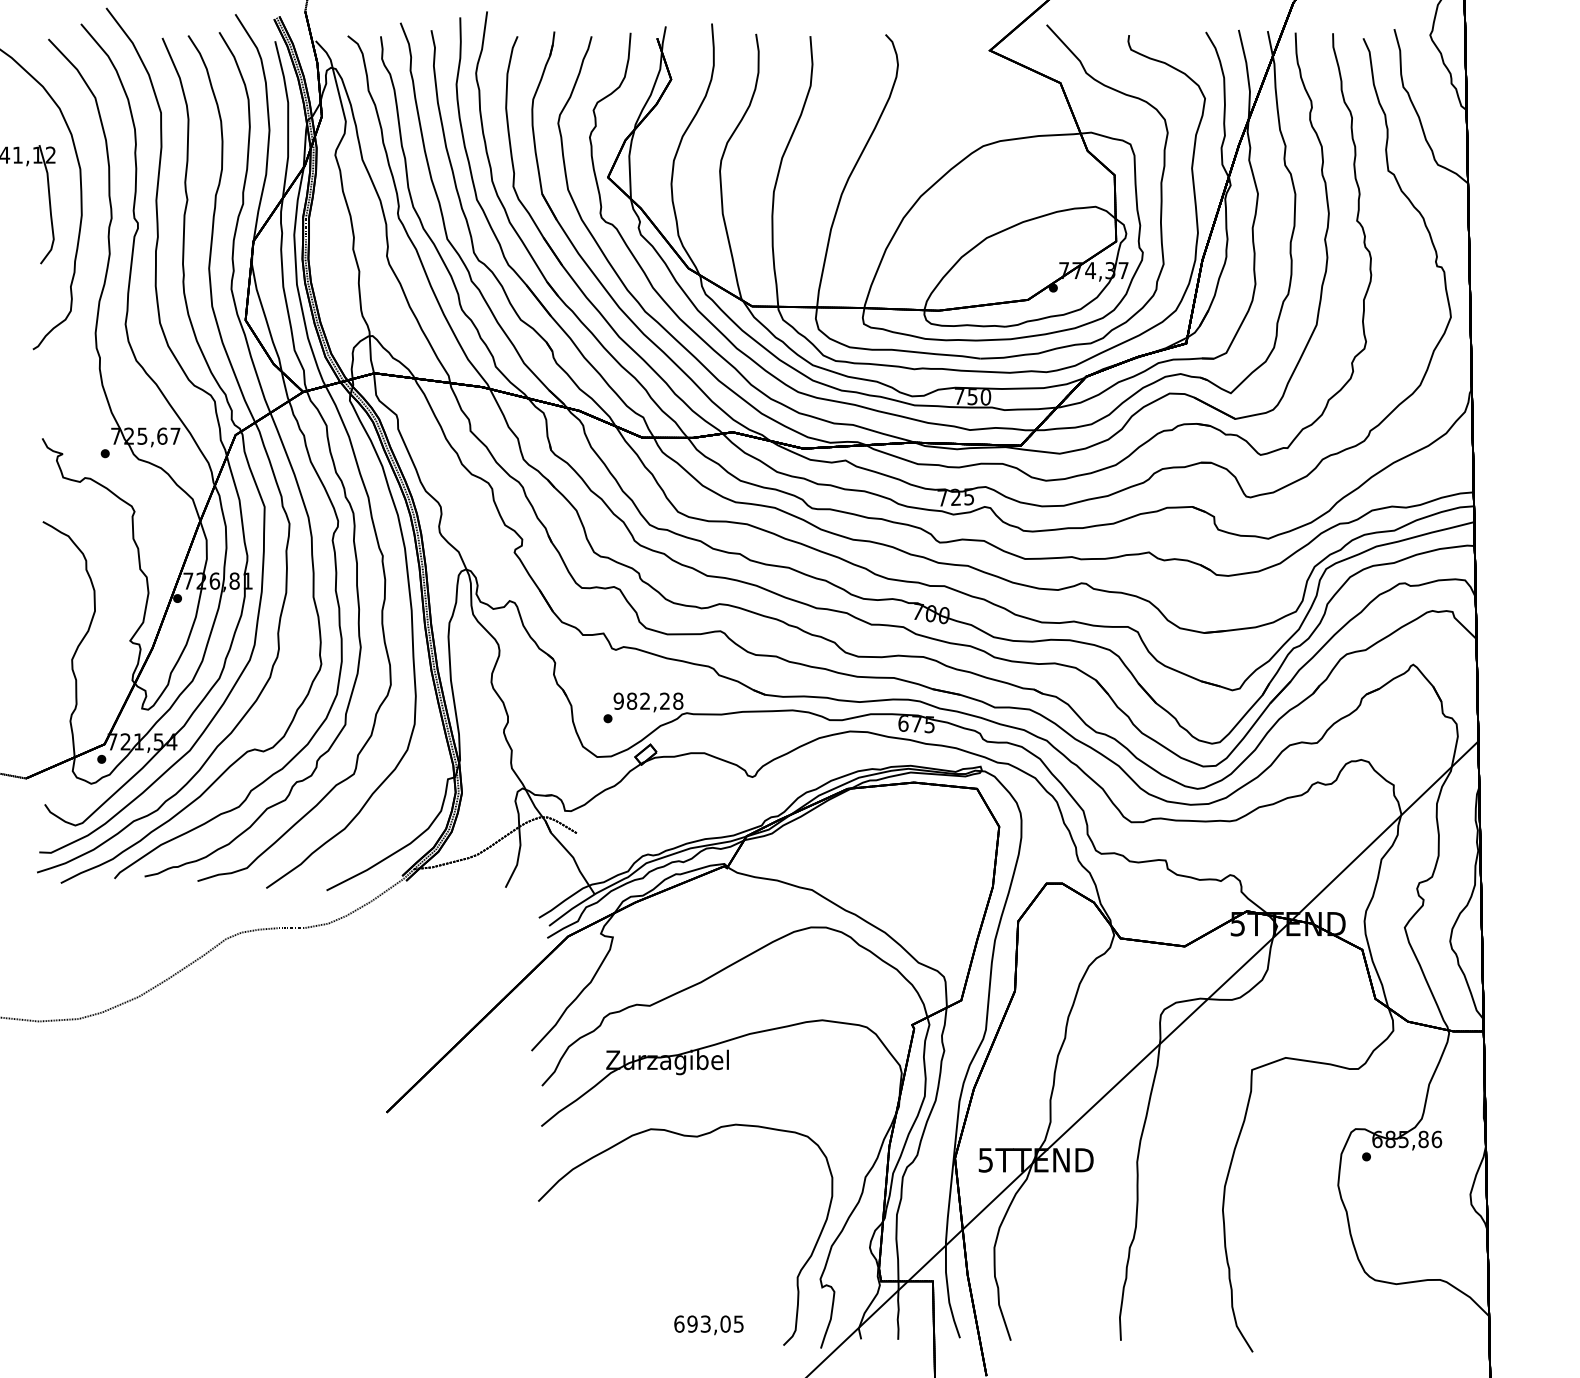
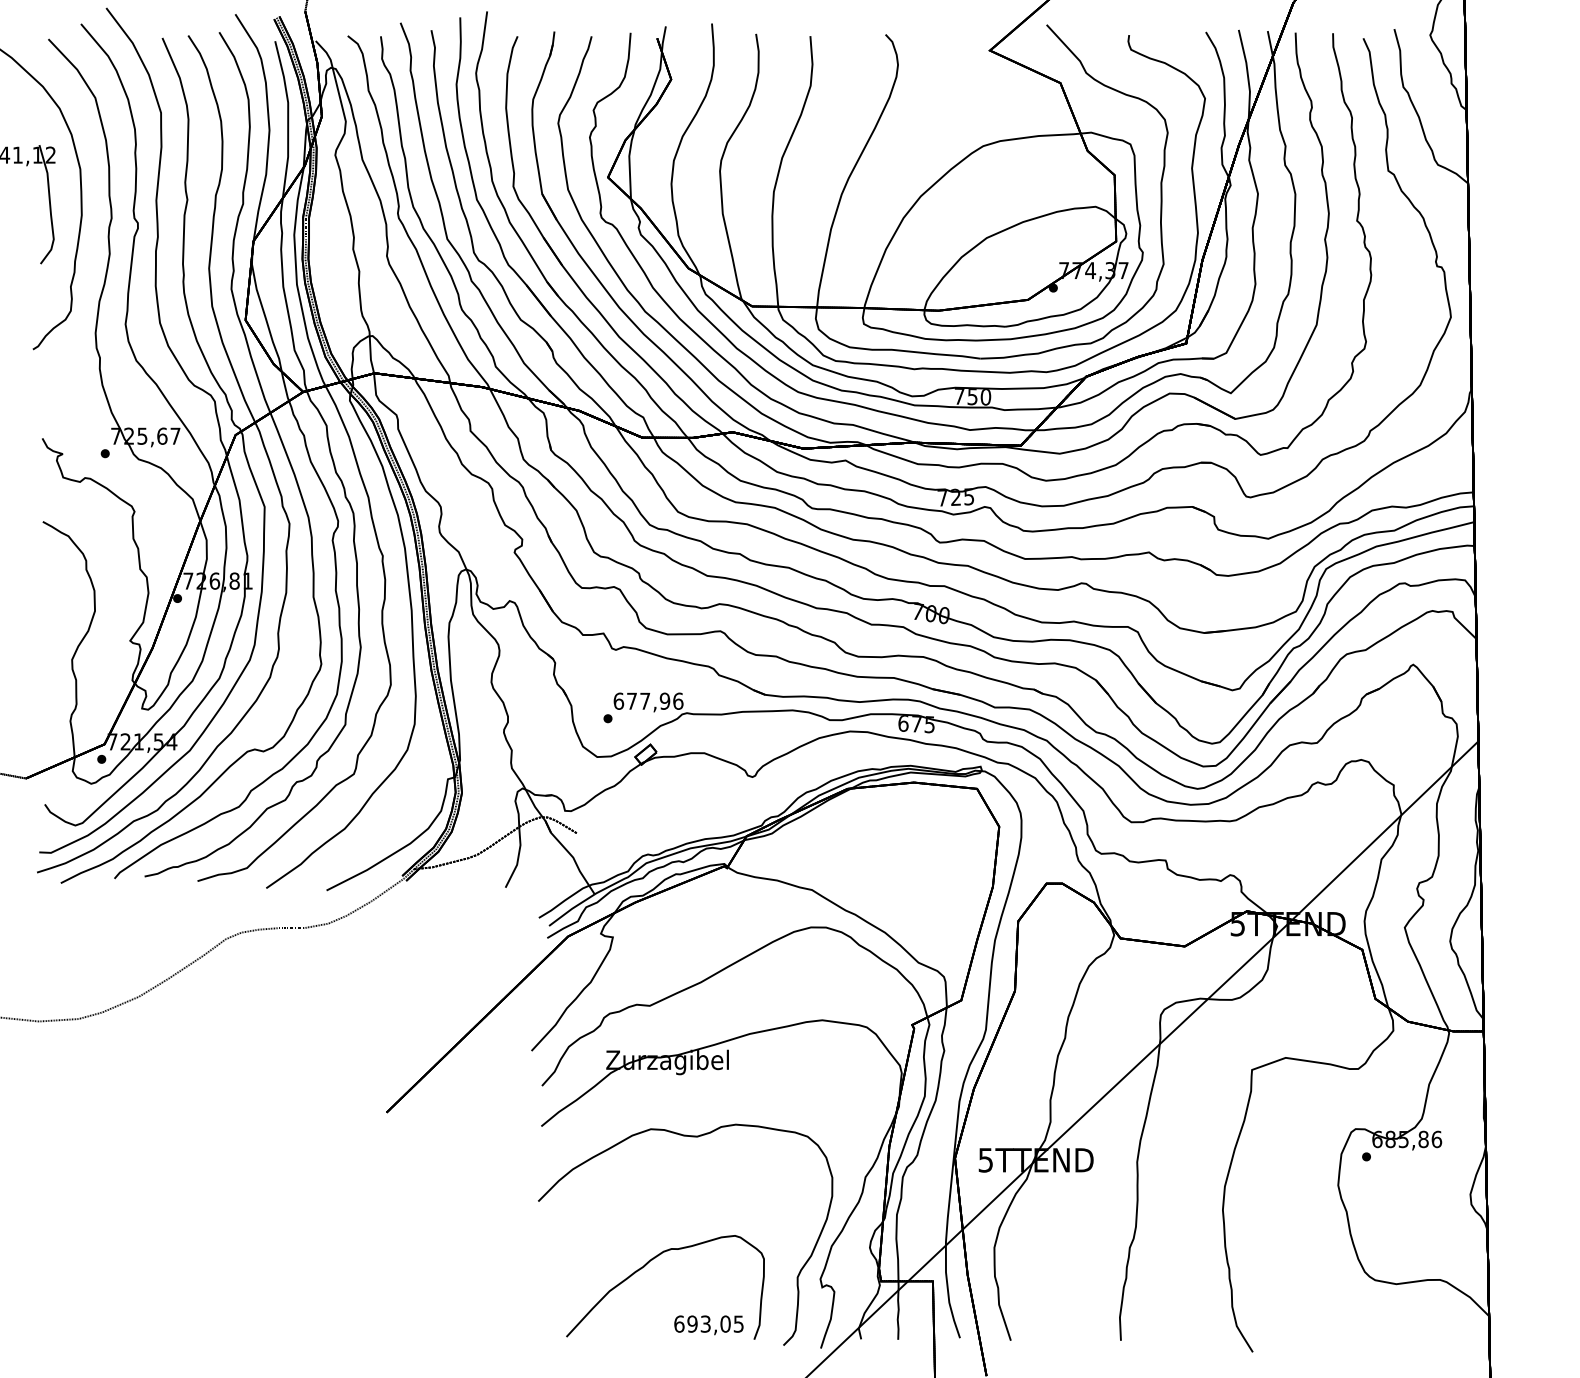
text at (648, 700): 982,28 -> 677,96
curve at (645, 1266): none -> present
